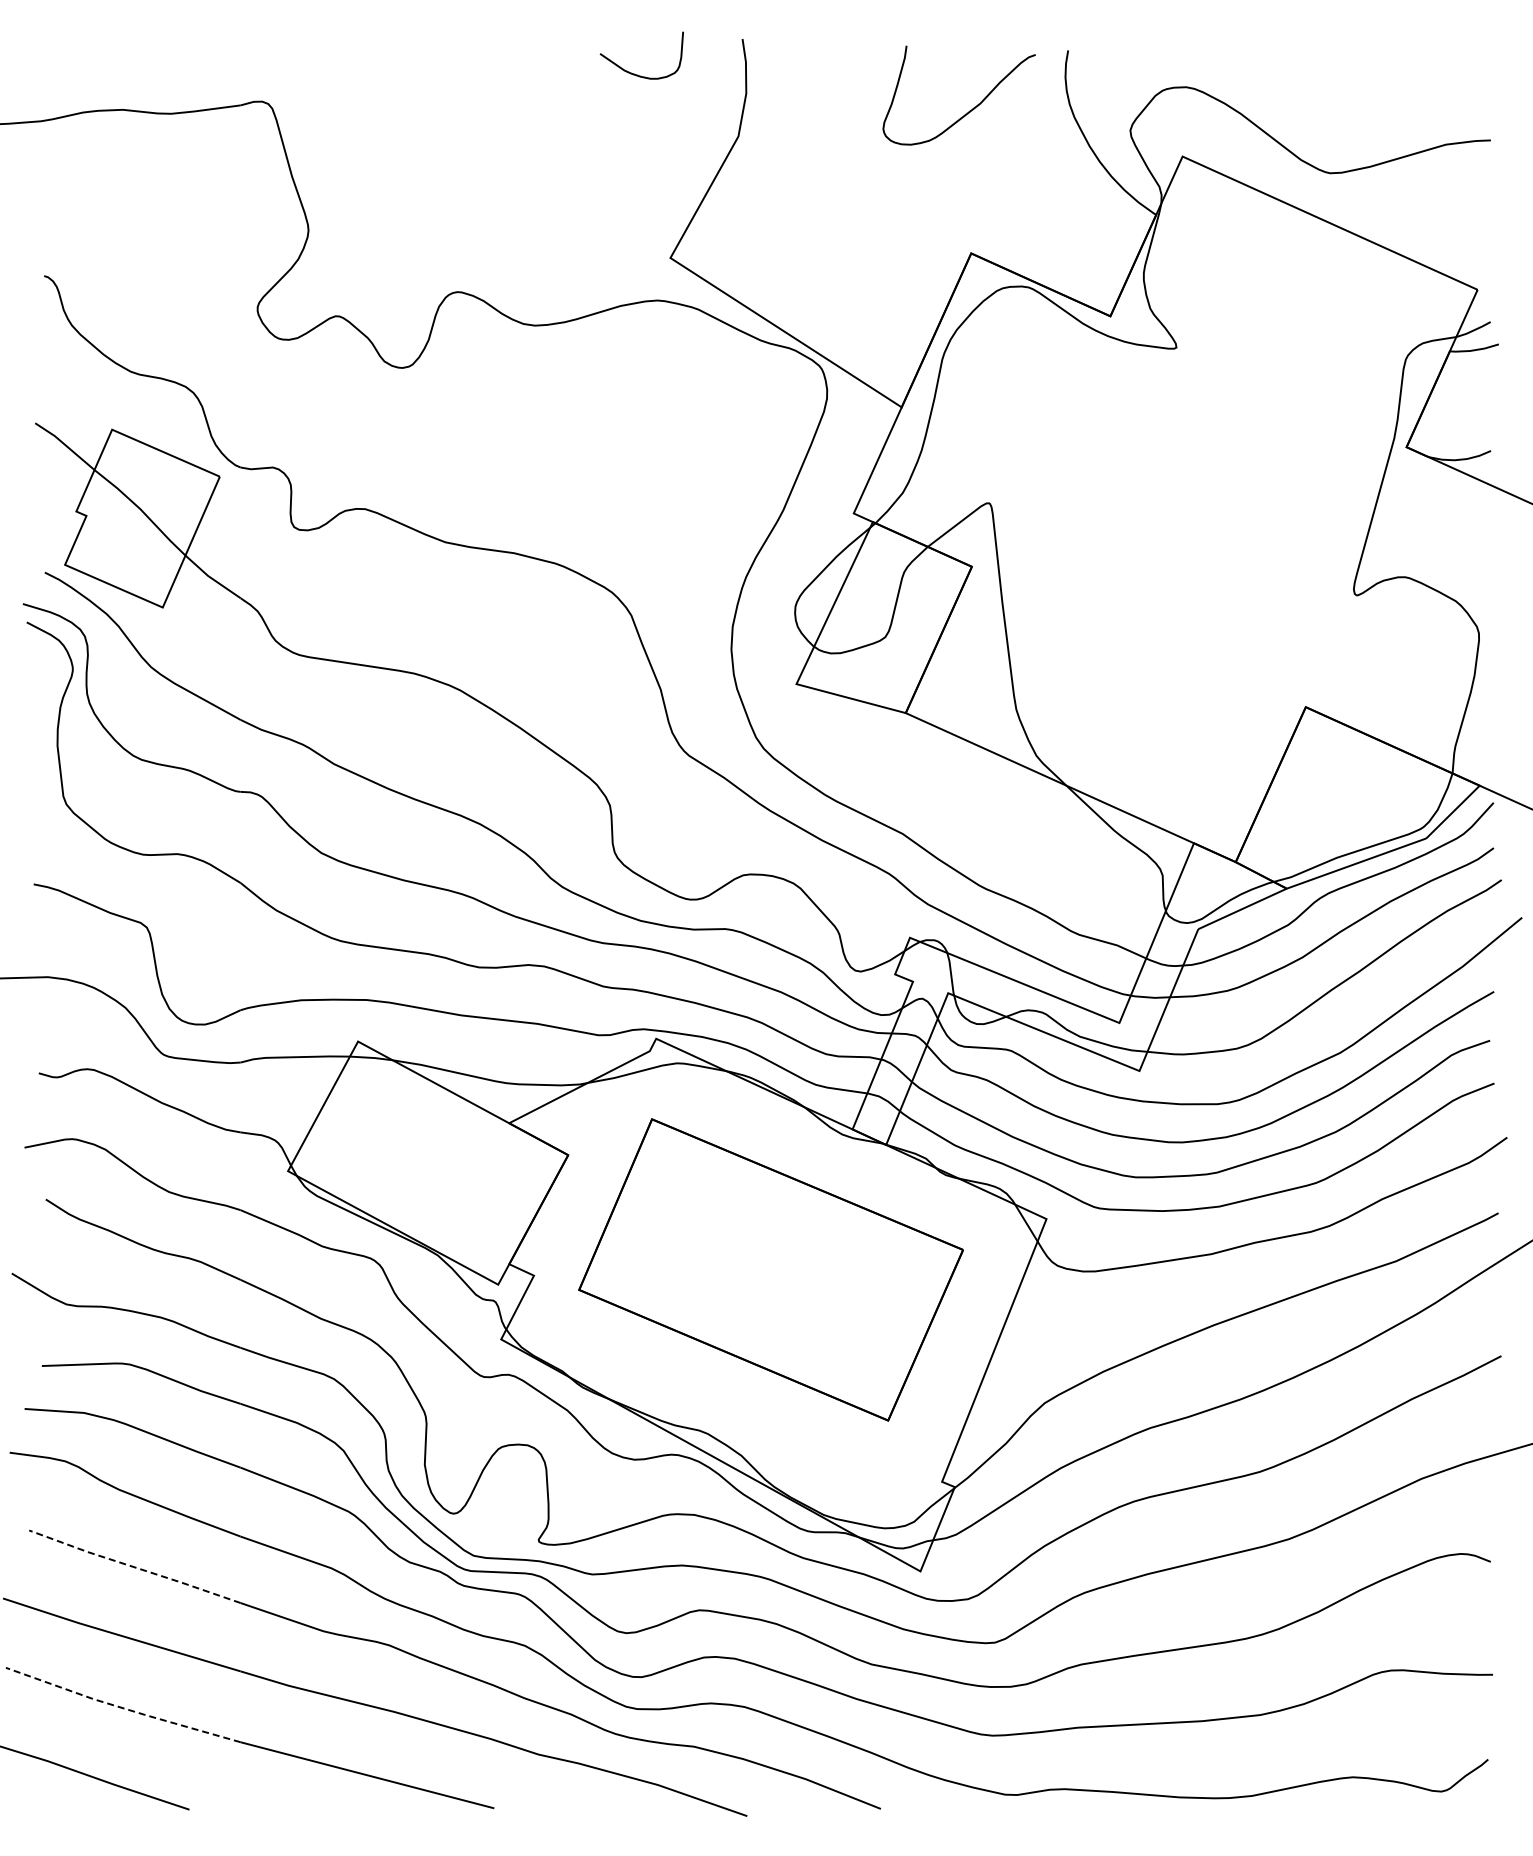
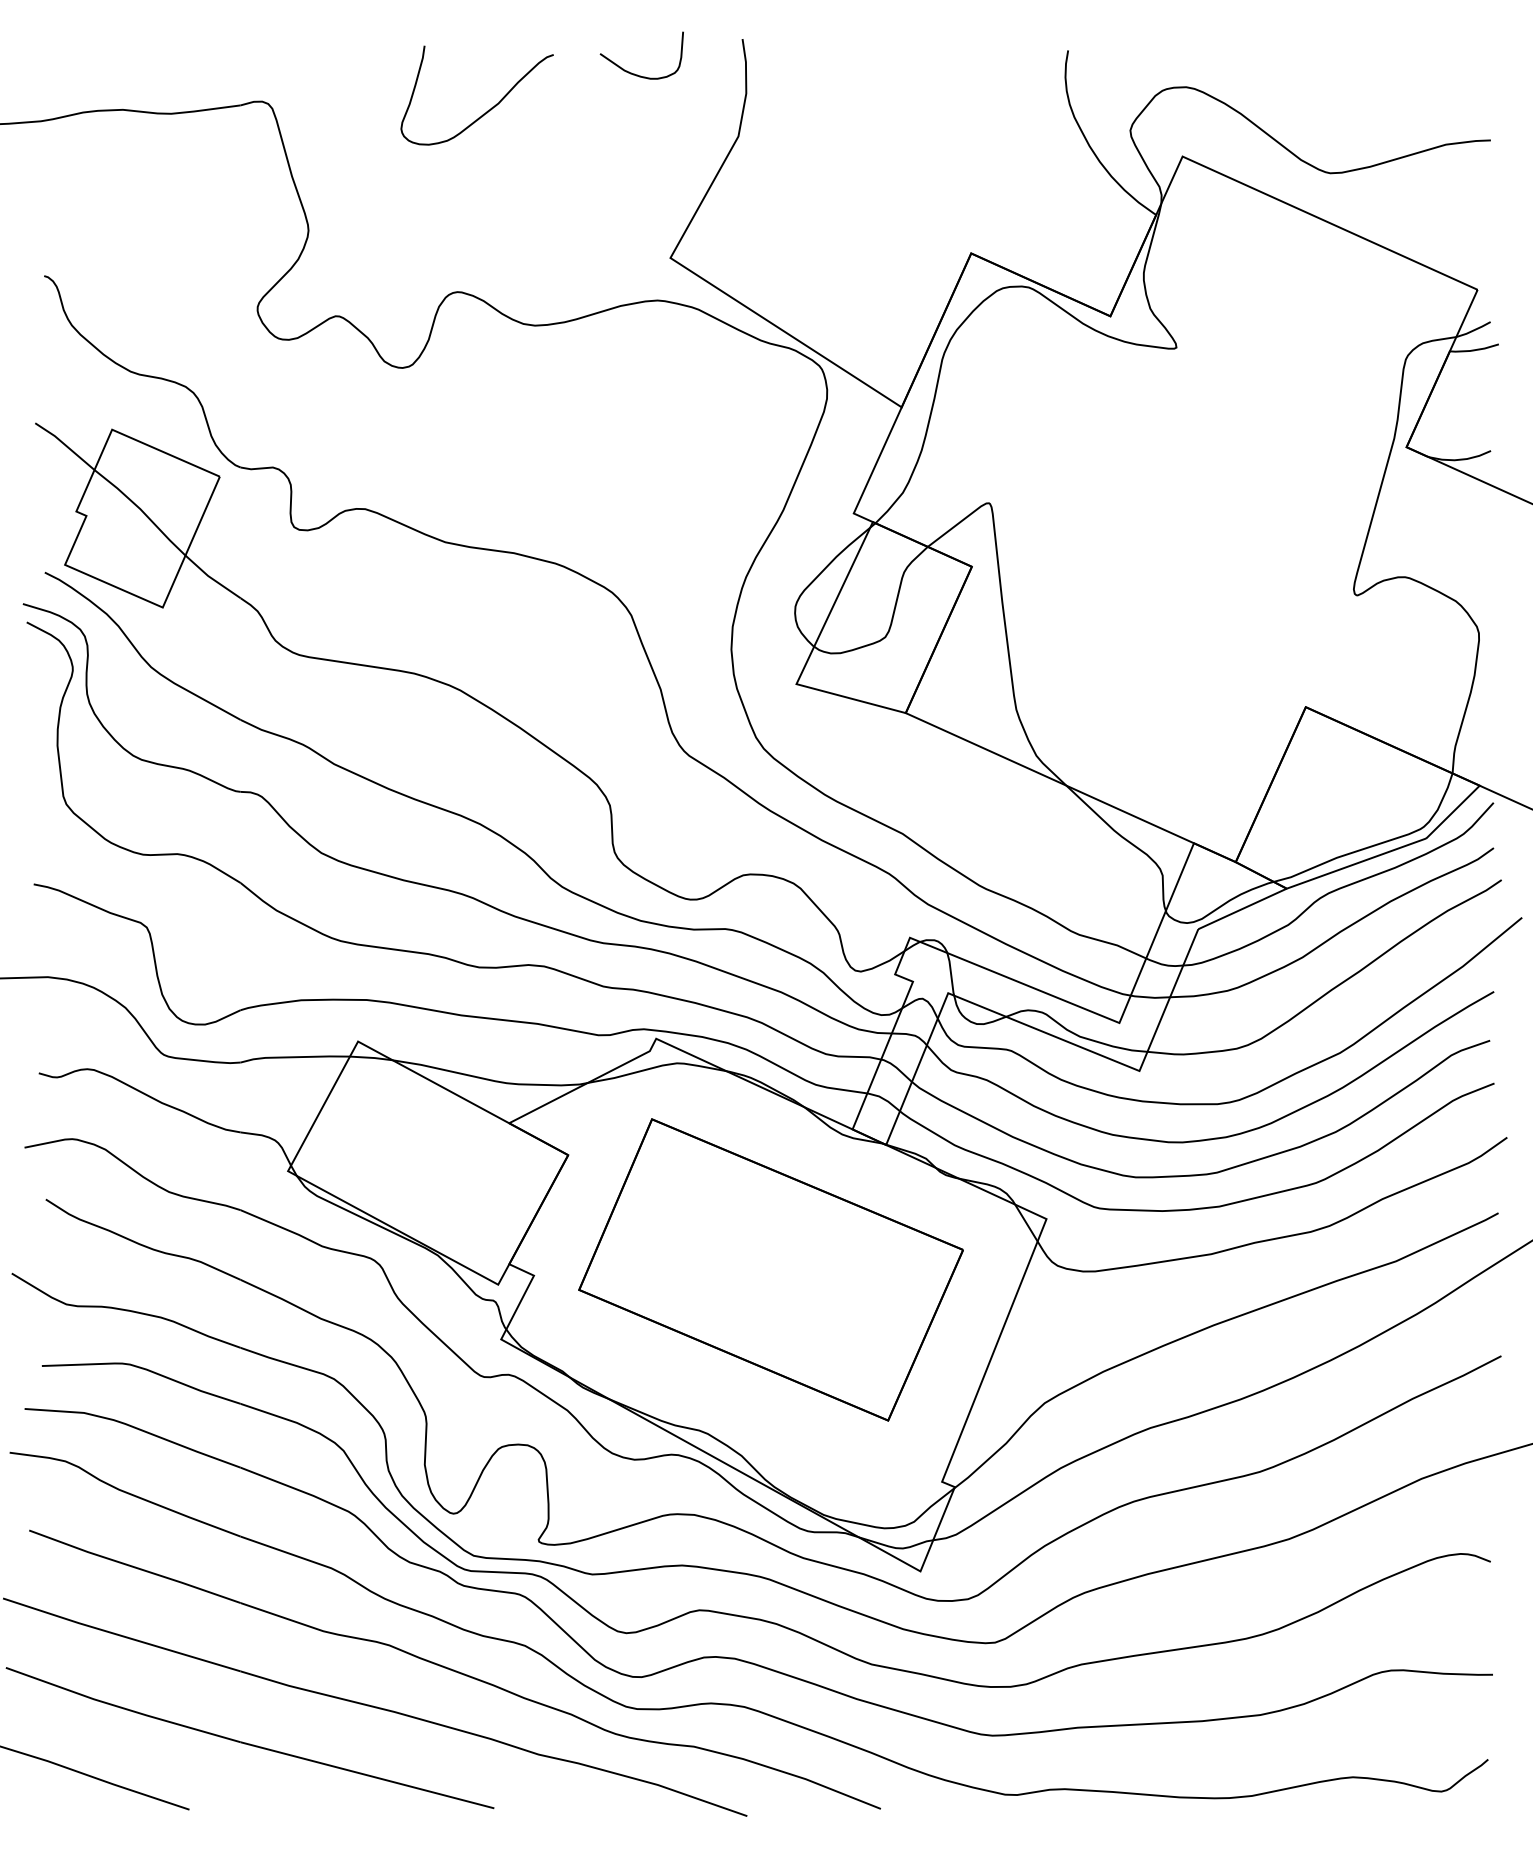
curve at (969, 110) position: (969, 110) -> (487, 110)
line at (134, 1567): dashed -> solid
line at (122, 1707): dashed -> solid
